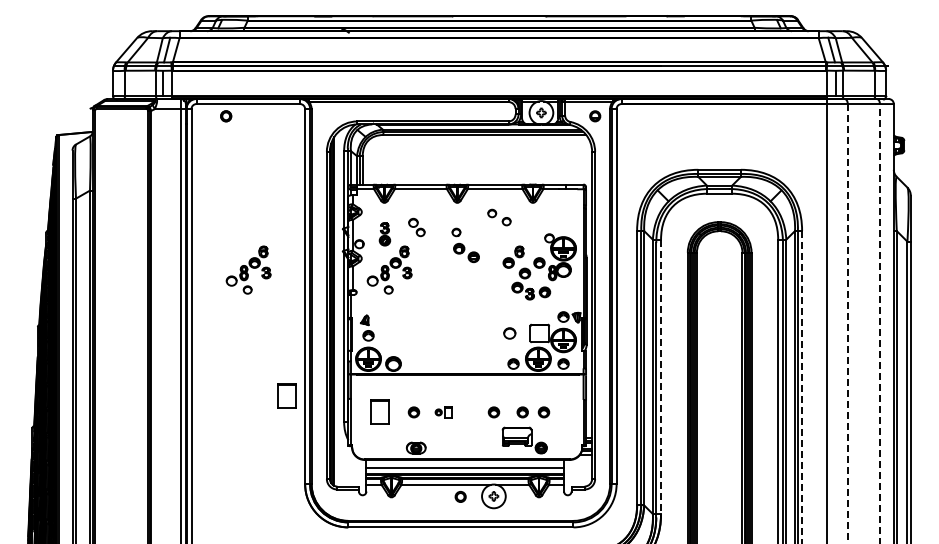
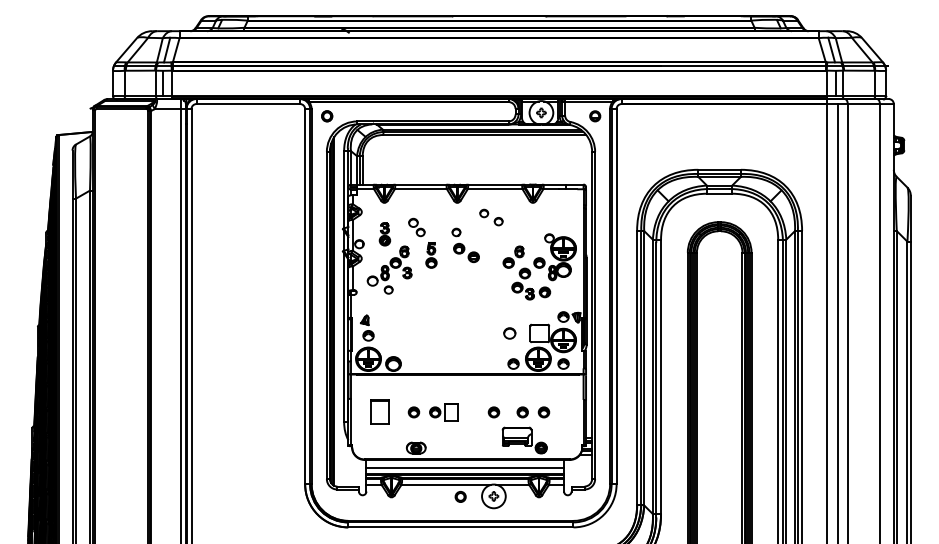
part at (226, 116) position: (226, 116) -> (327, 116)
part at (499, 217) position: (499, 217) -> (491, 217)
part at (431, 255): none -> present
part at (248, 269): present -> none
line at (838, 322): none -> present
line at (847, 323): dashed -> solid
line at (879, 323): dashed -> solid
line at (661, 377): dashed -> solid
line at (802, 387): dashed -> solid
part at (286, 395): present -> none
part at (443, 412) size: 19x13 px -> 30x19 px
